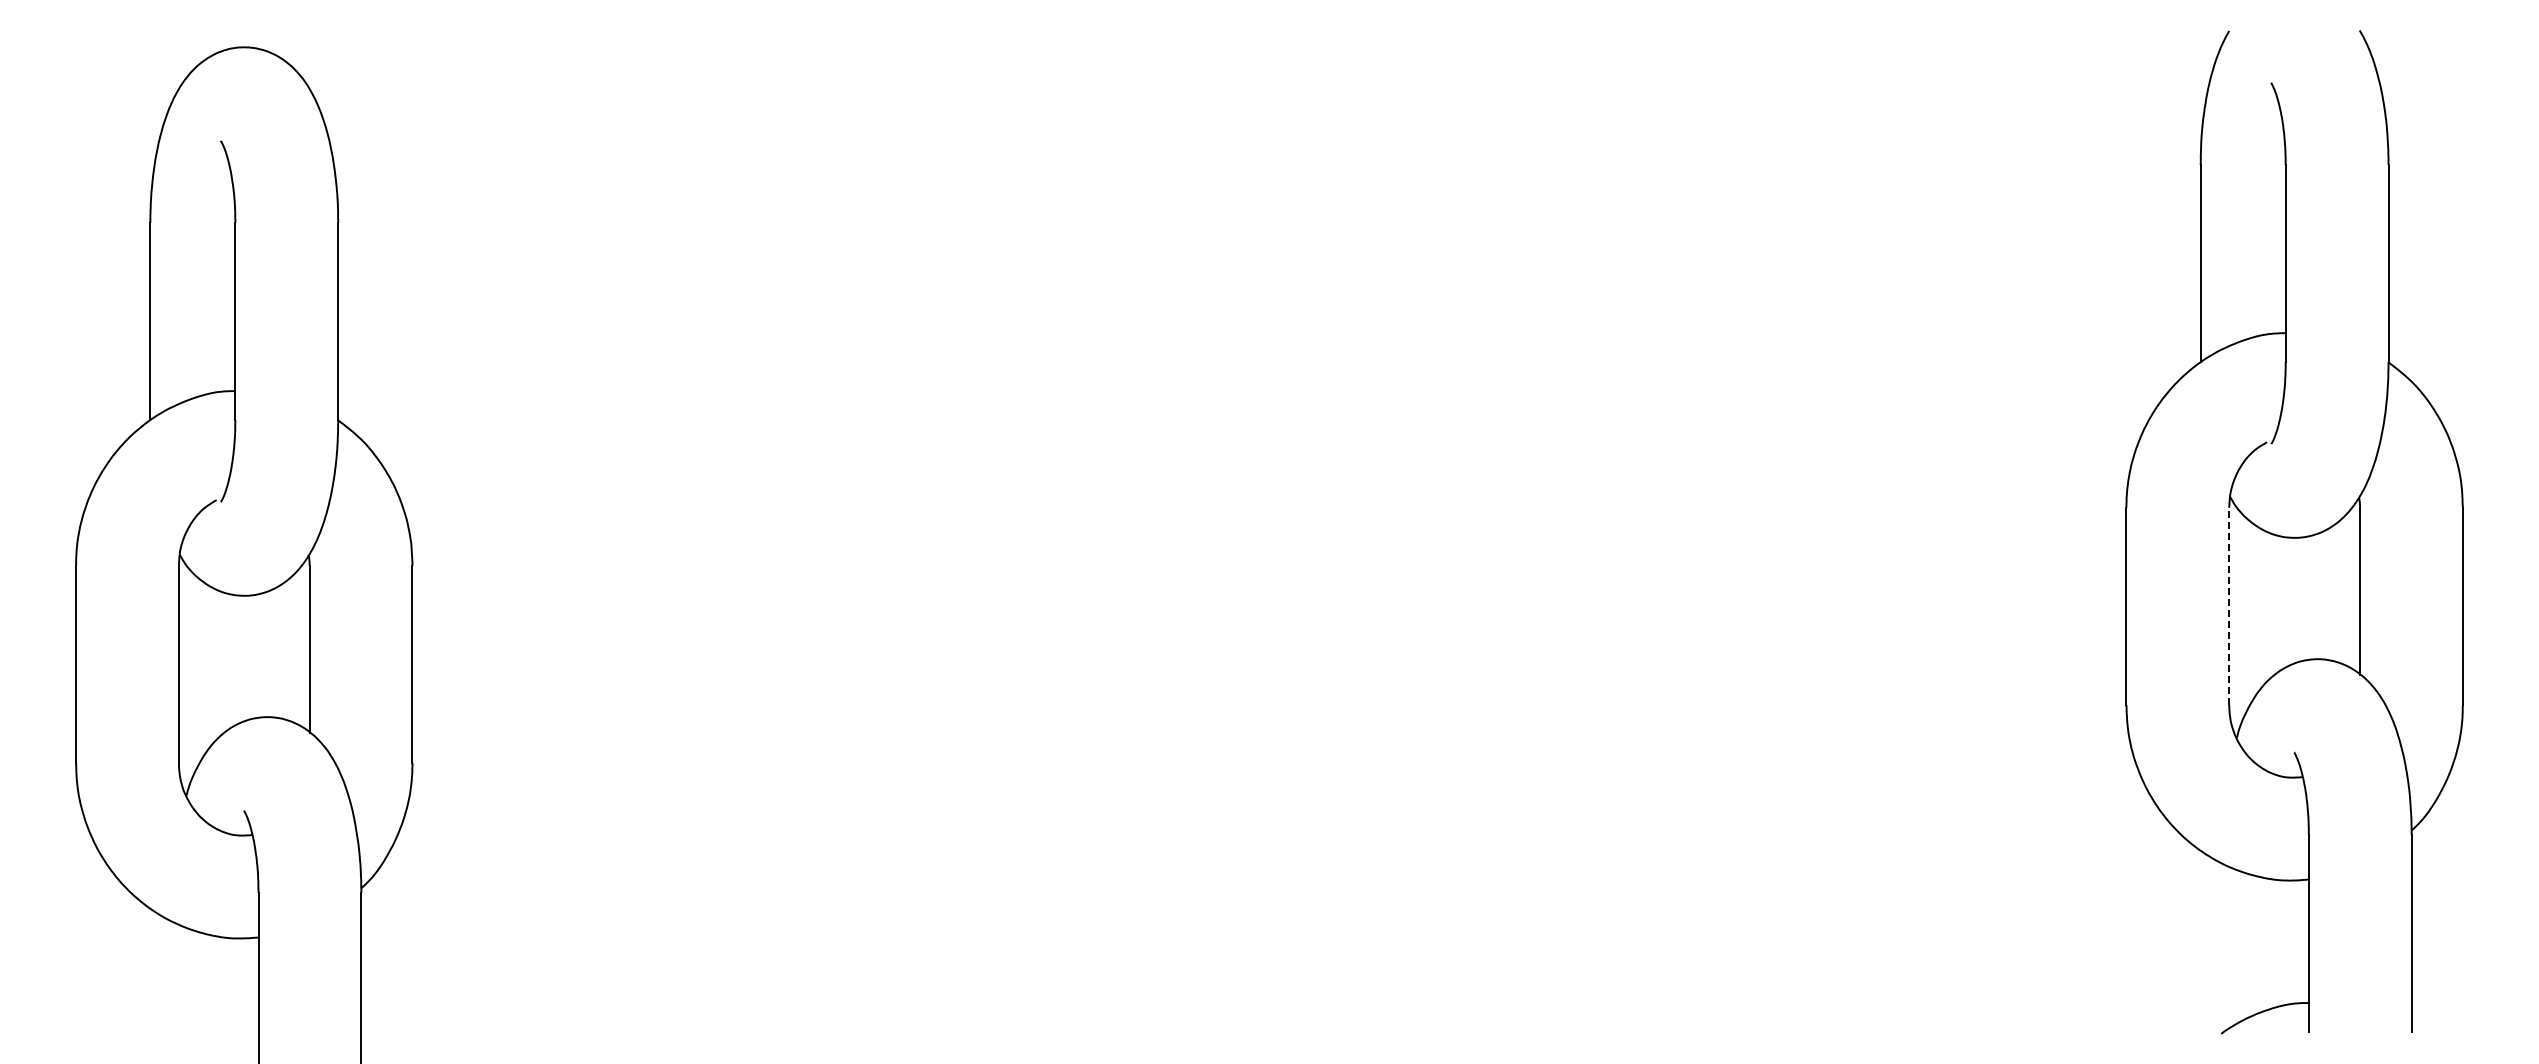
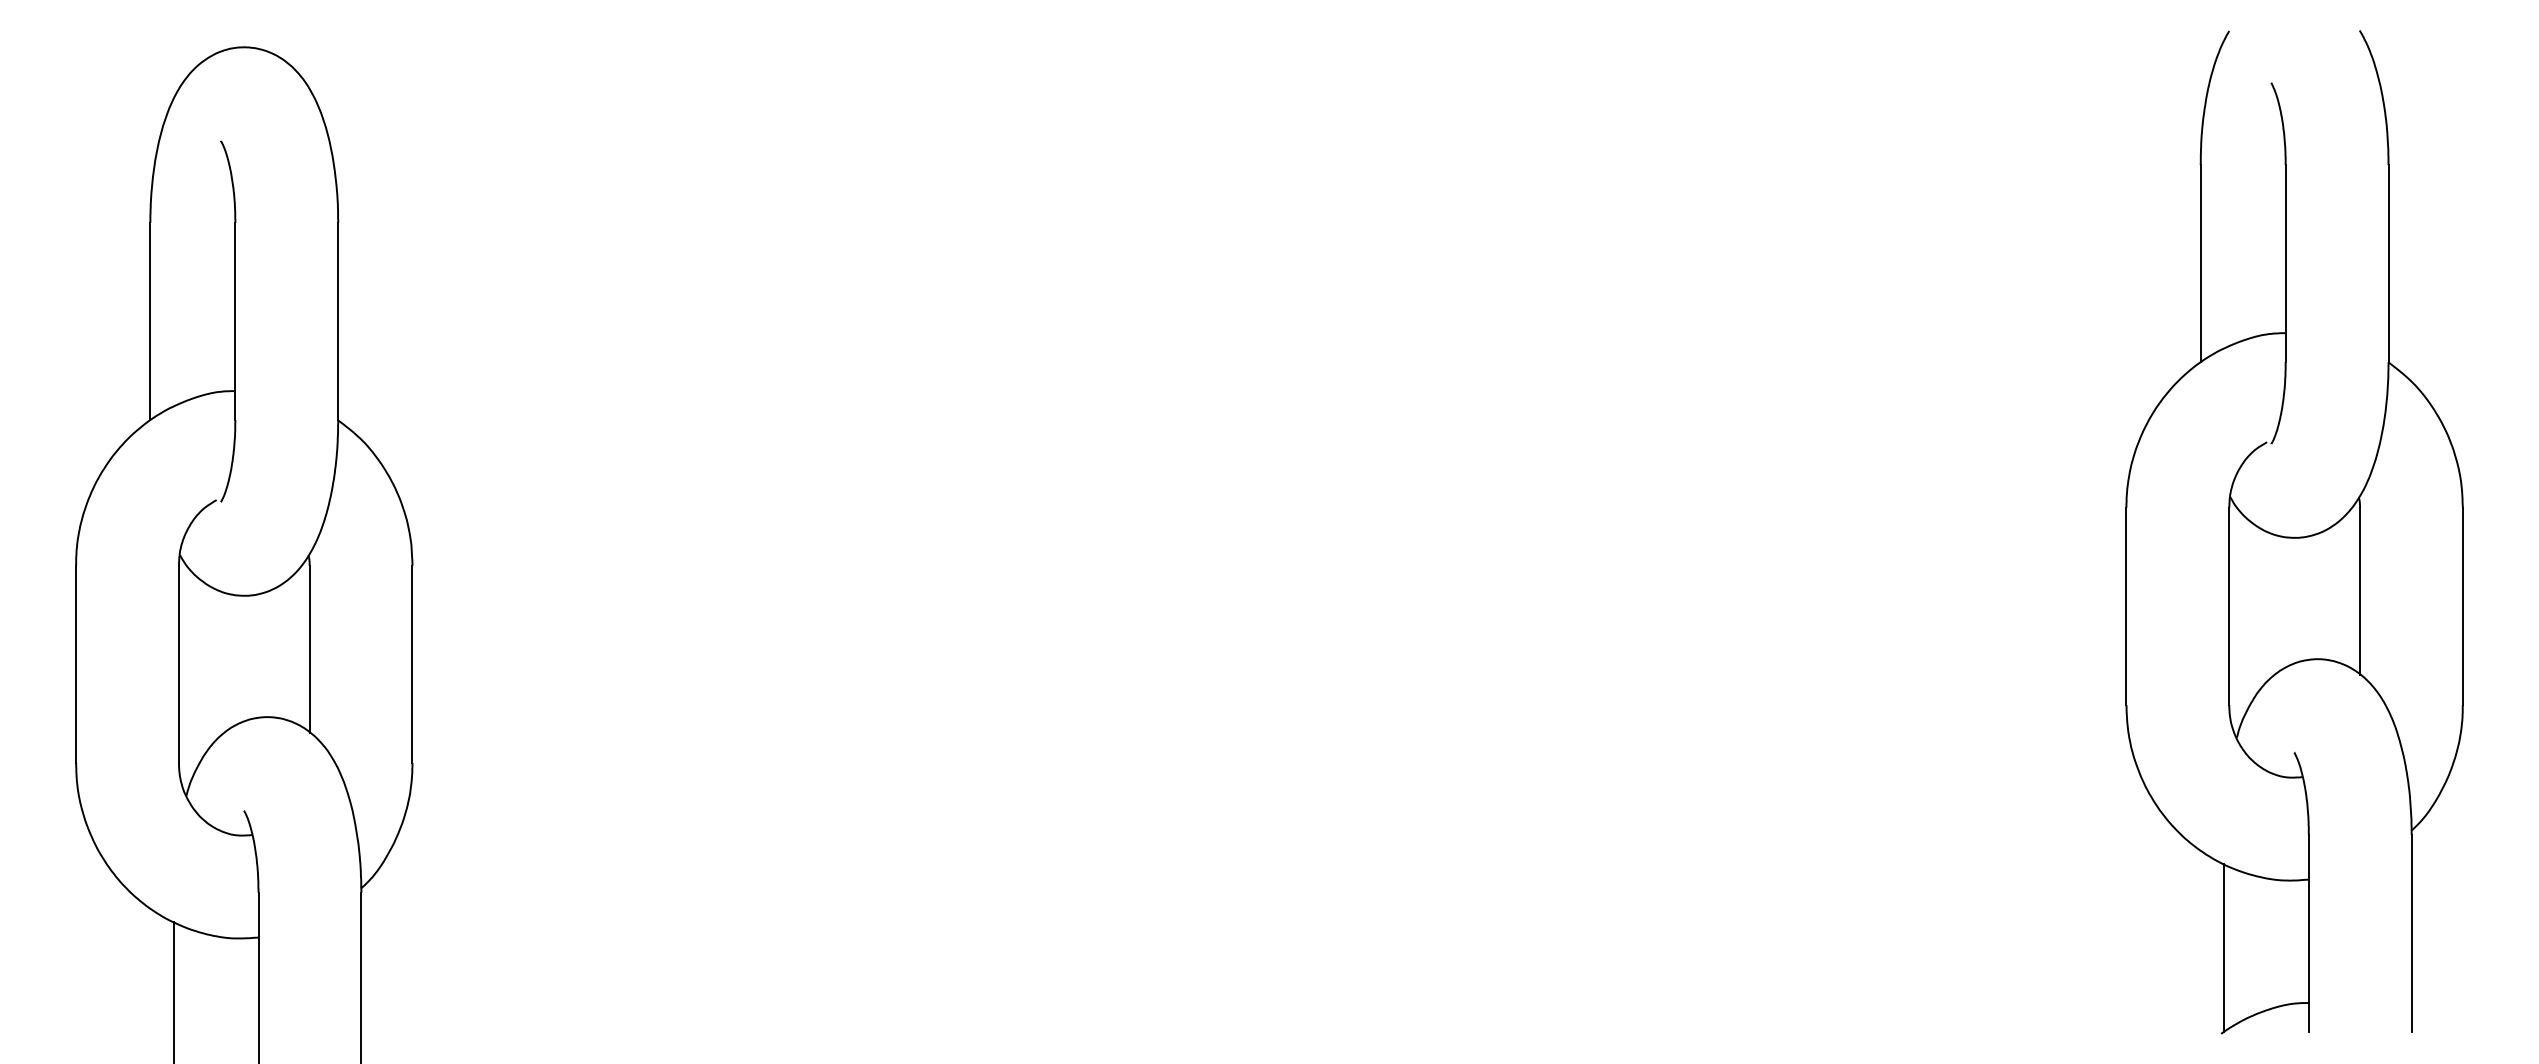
line at (2229, 606): dashed -> solid
line at (2223, 947): none -> present
line at (173, 990): none -> present
